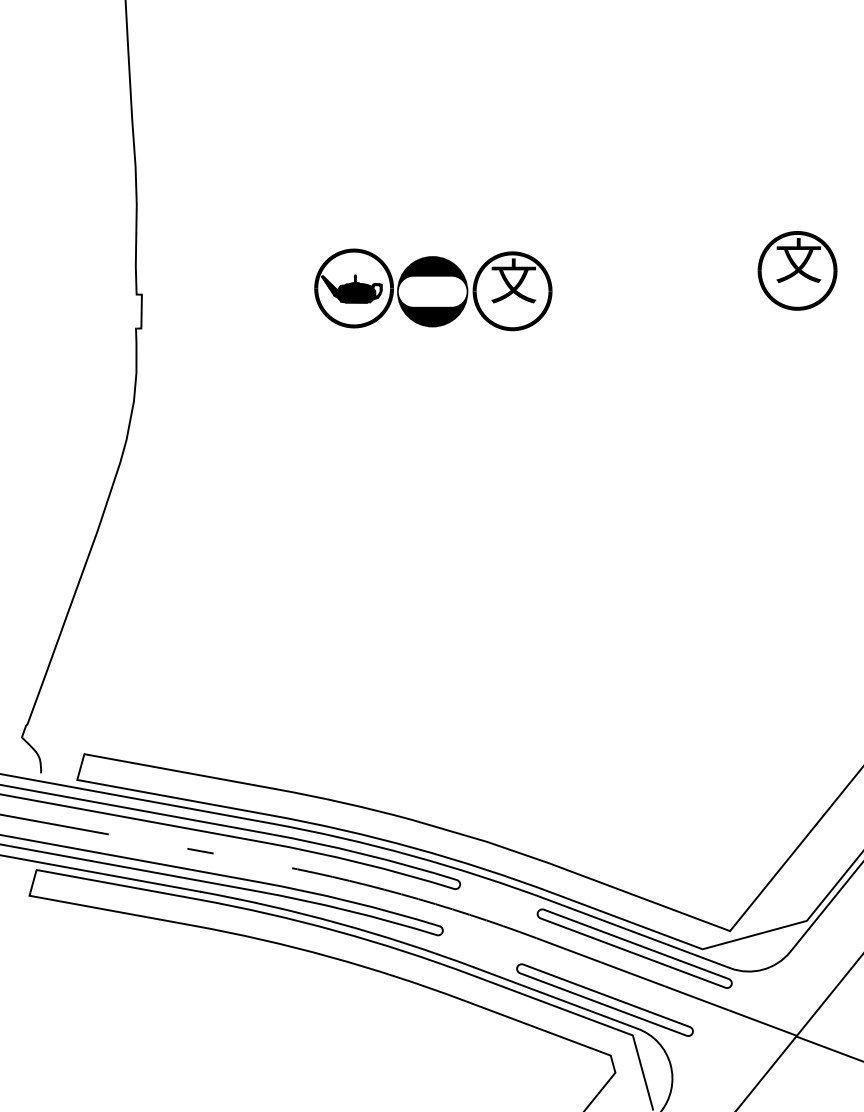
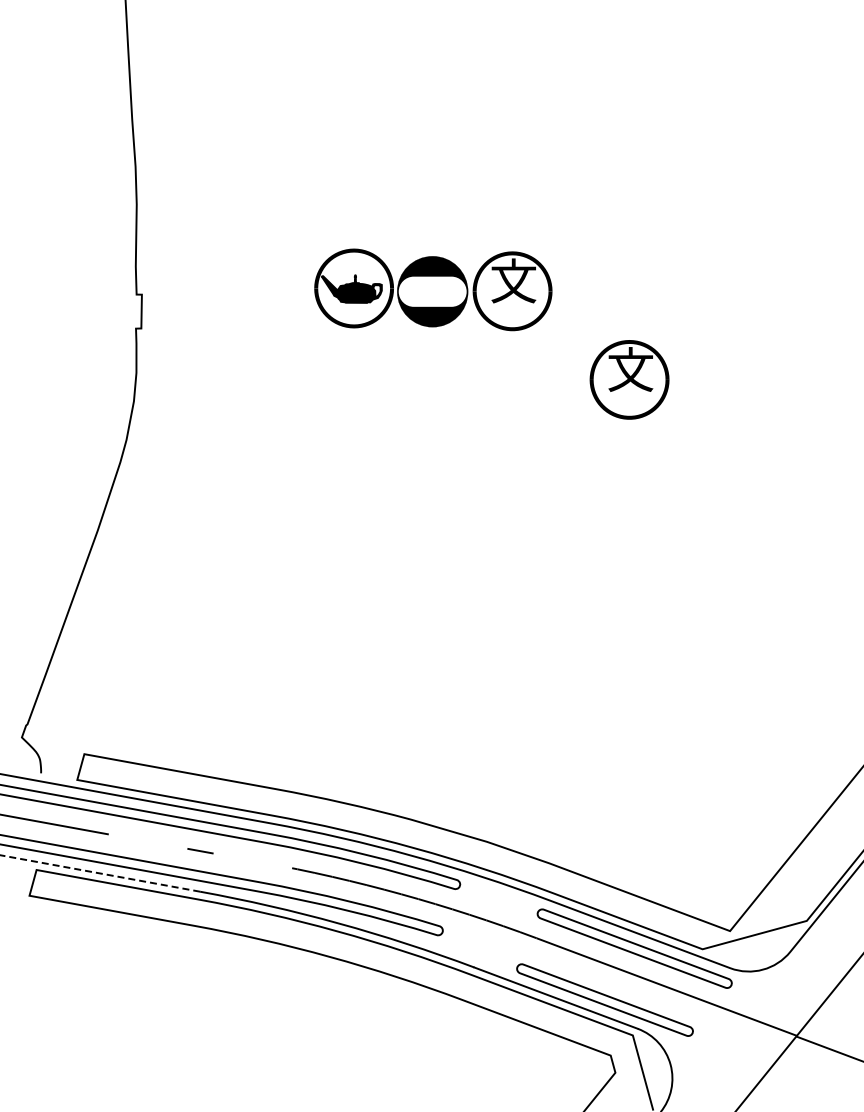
text at (797, 270) position: (797, 270) -> (629, 379)
line at (99, 873): solid -> dashed
